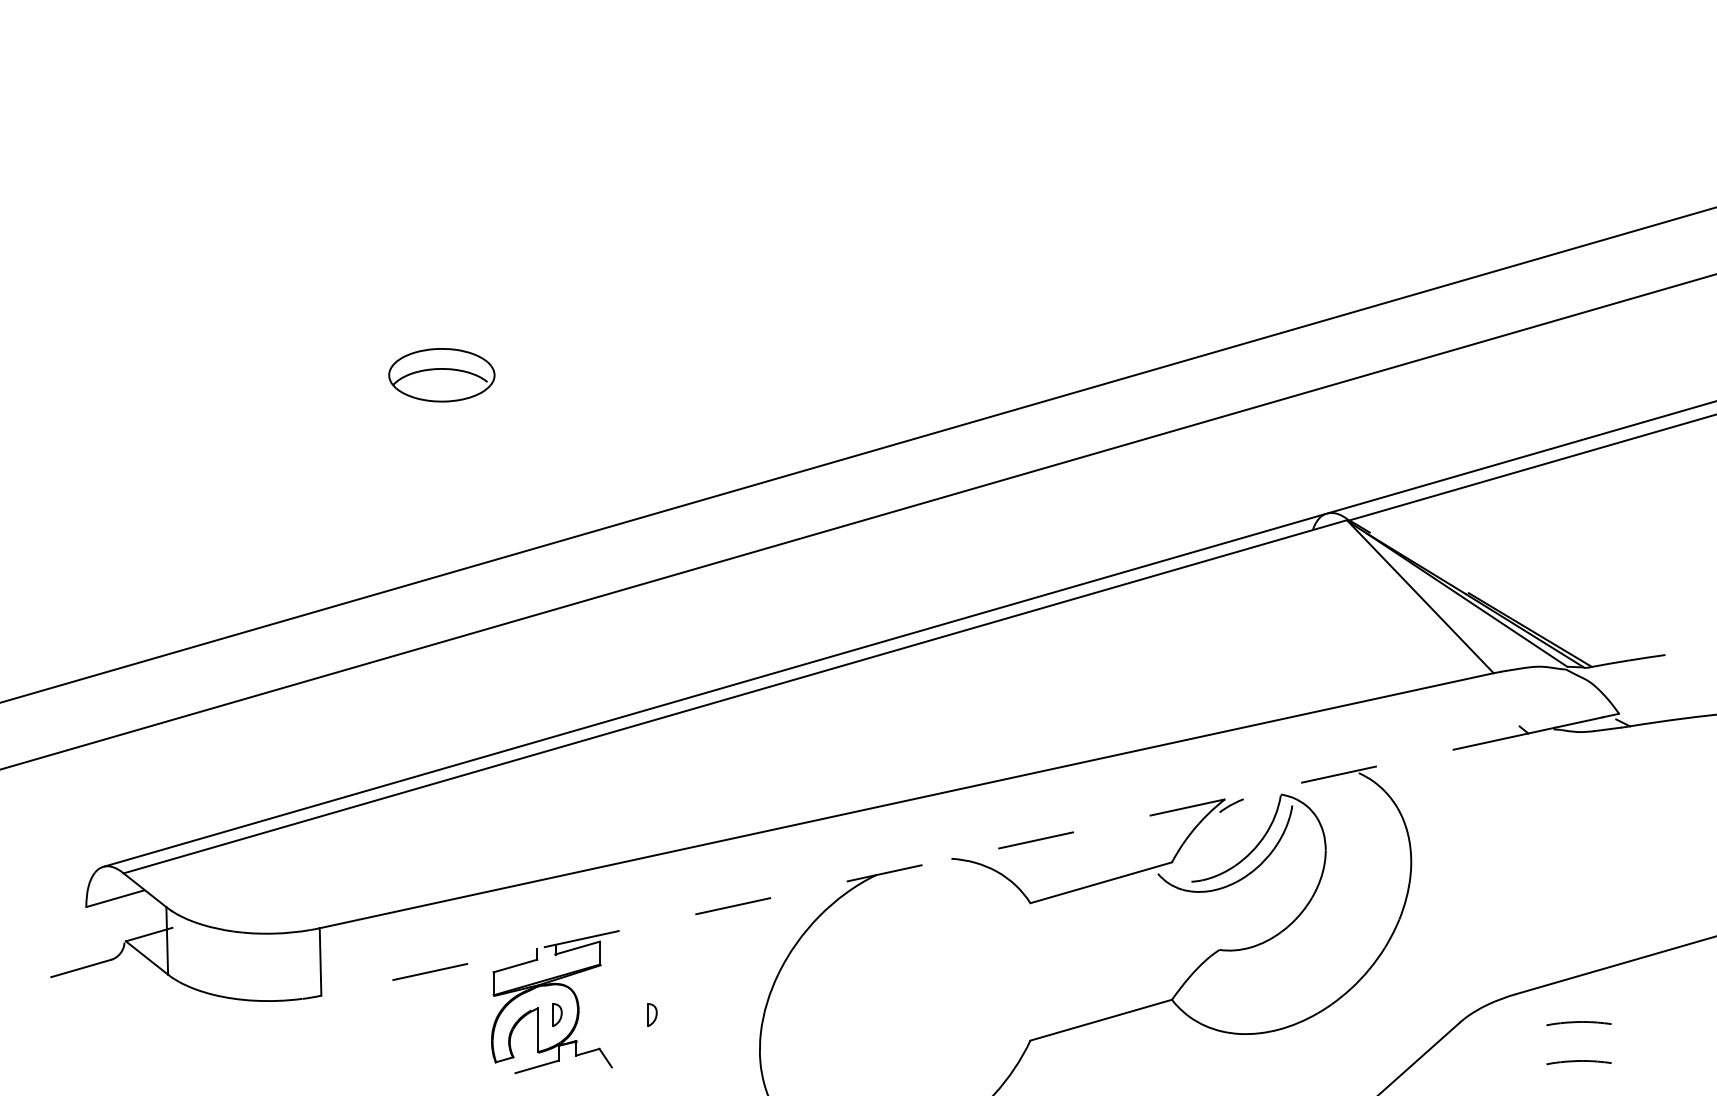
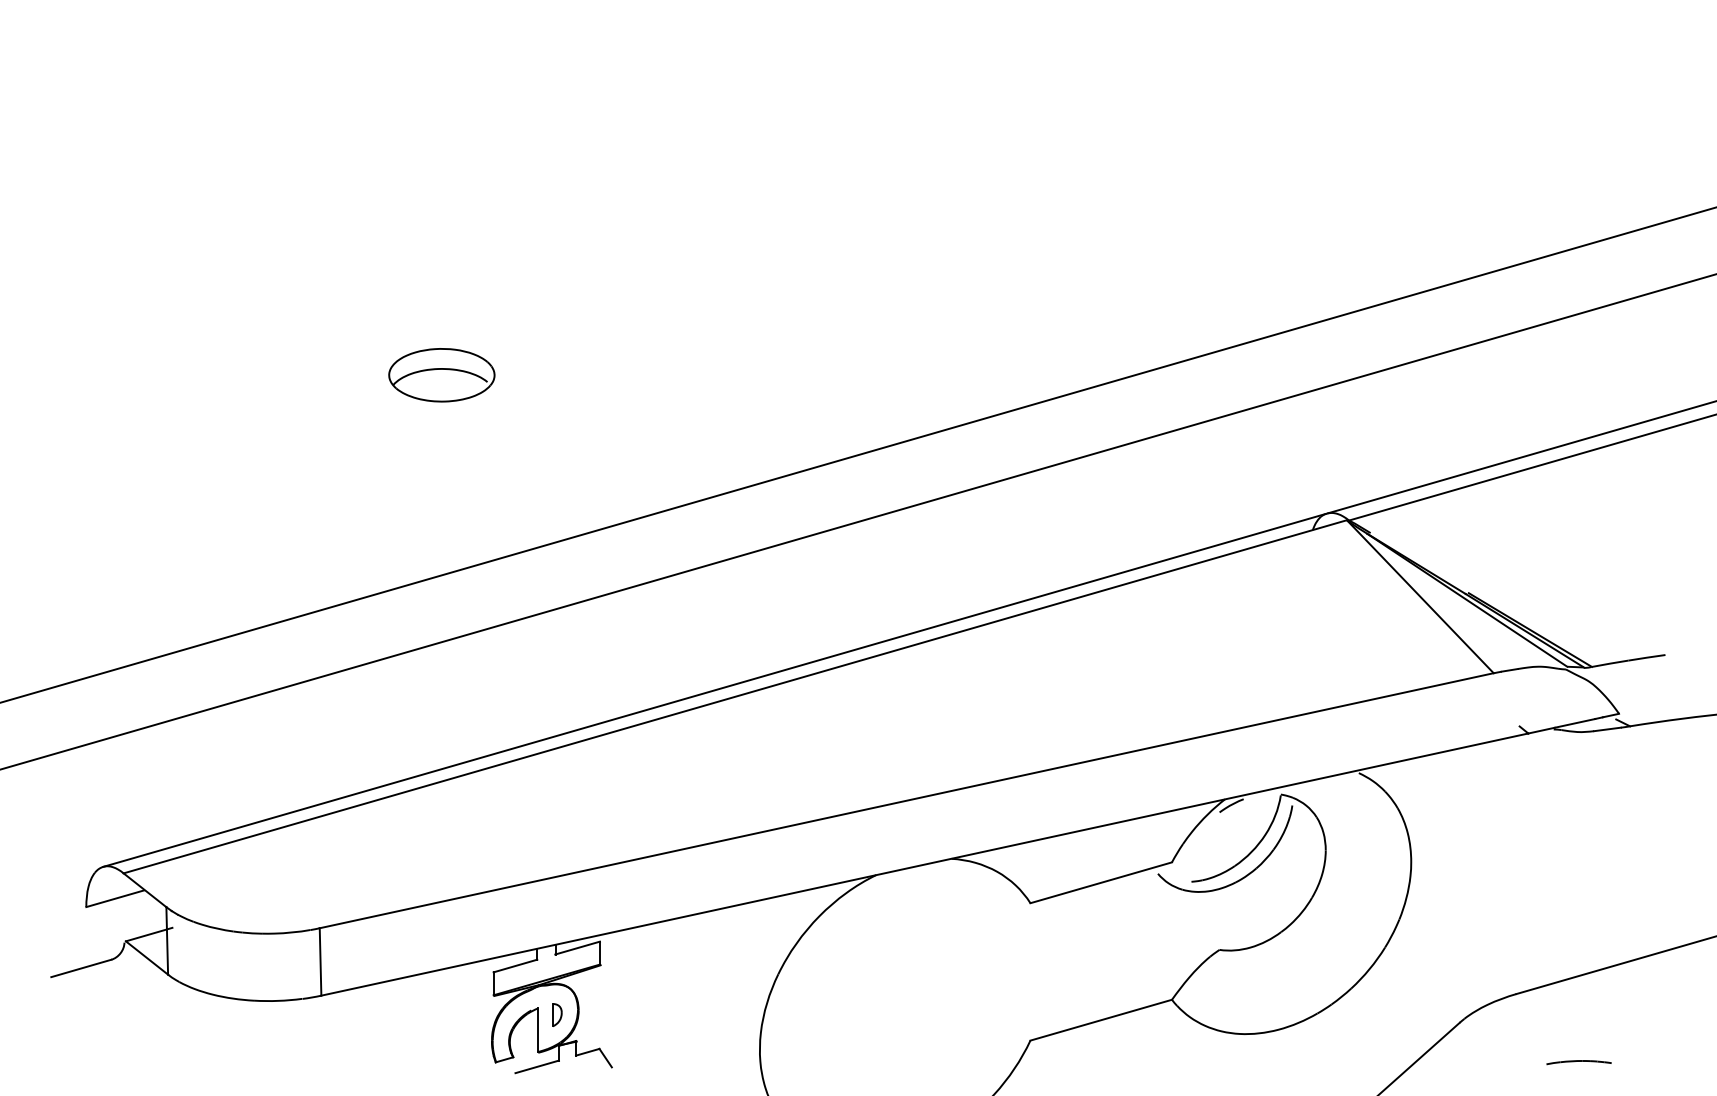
line at (924, 864): dashed -> solid
part at (652, 1014): present -> none
part at (1578, 1023): present -> none
